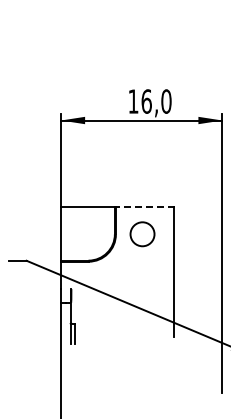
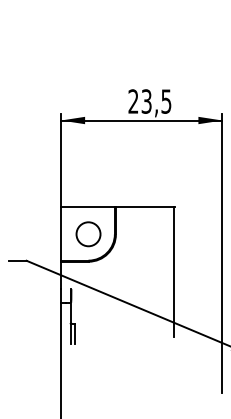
text at (149, 101): 16,0 -> 23,5
line at (145, 206): dashed -> solid
circle at (142, 234) position: (142, 234) -> (88, 234)
